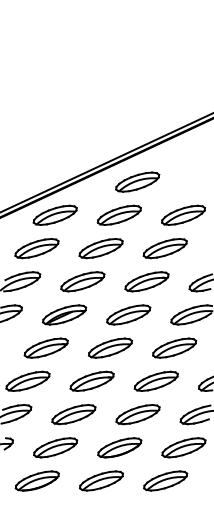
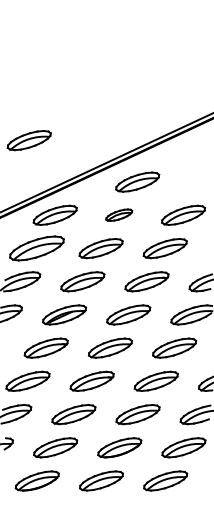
part at (28, 140): none -> present
part at (118, 214) size: 46x22 px -> 29x14 px
part at (36, 248) size: 46x22 px -> 56x27 px
